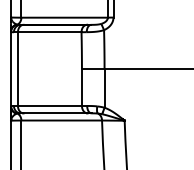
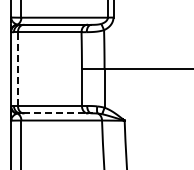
line at (17, 69): solid -> dashed
line at (55, 113): solid -> dashed
